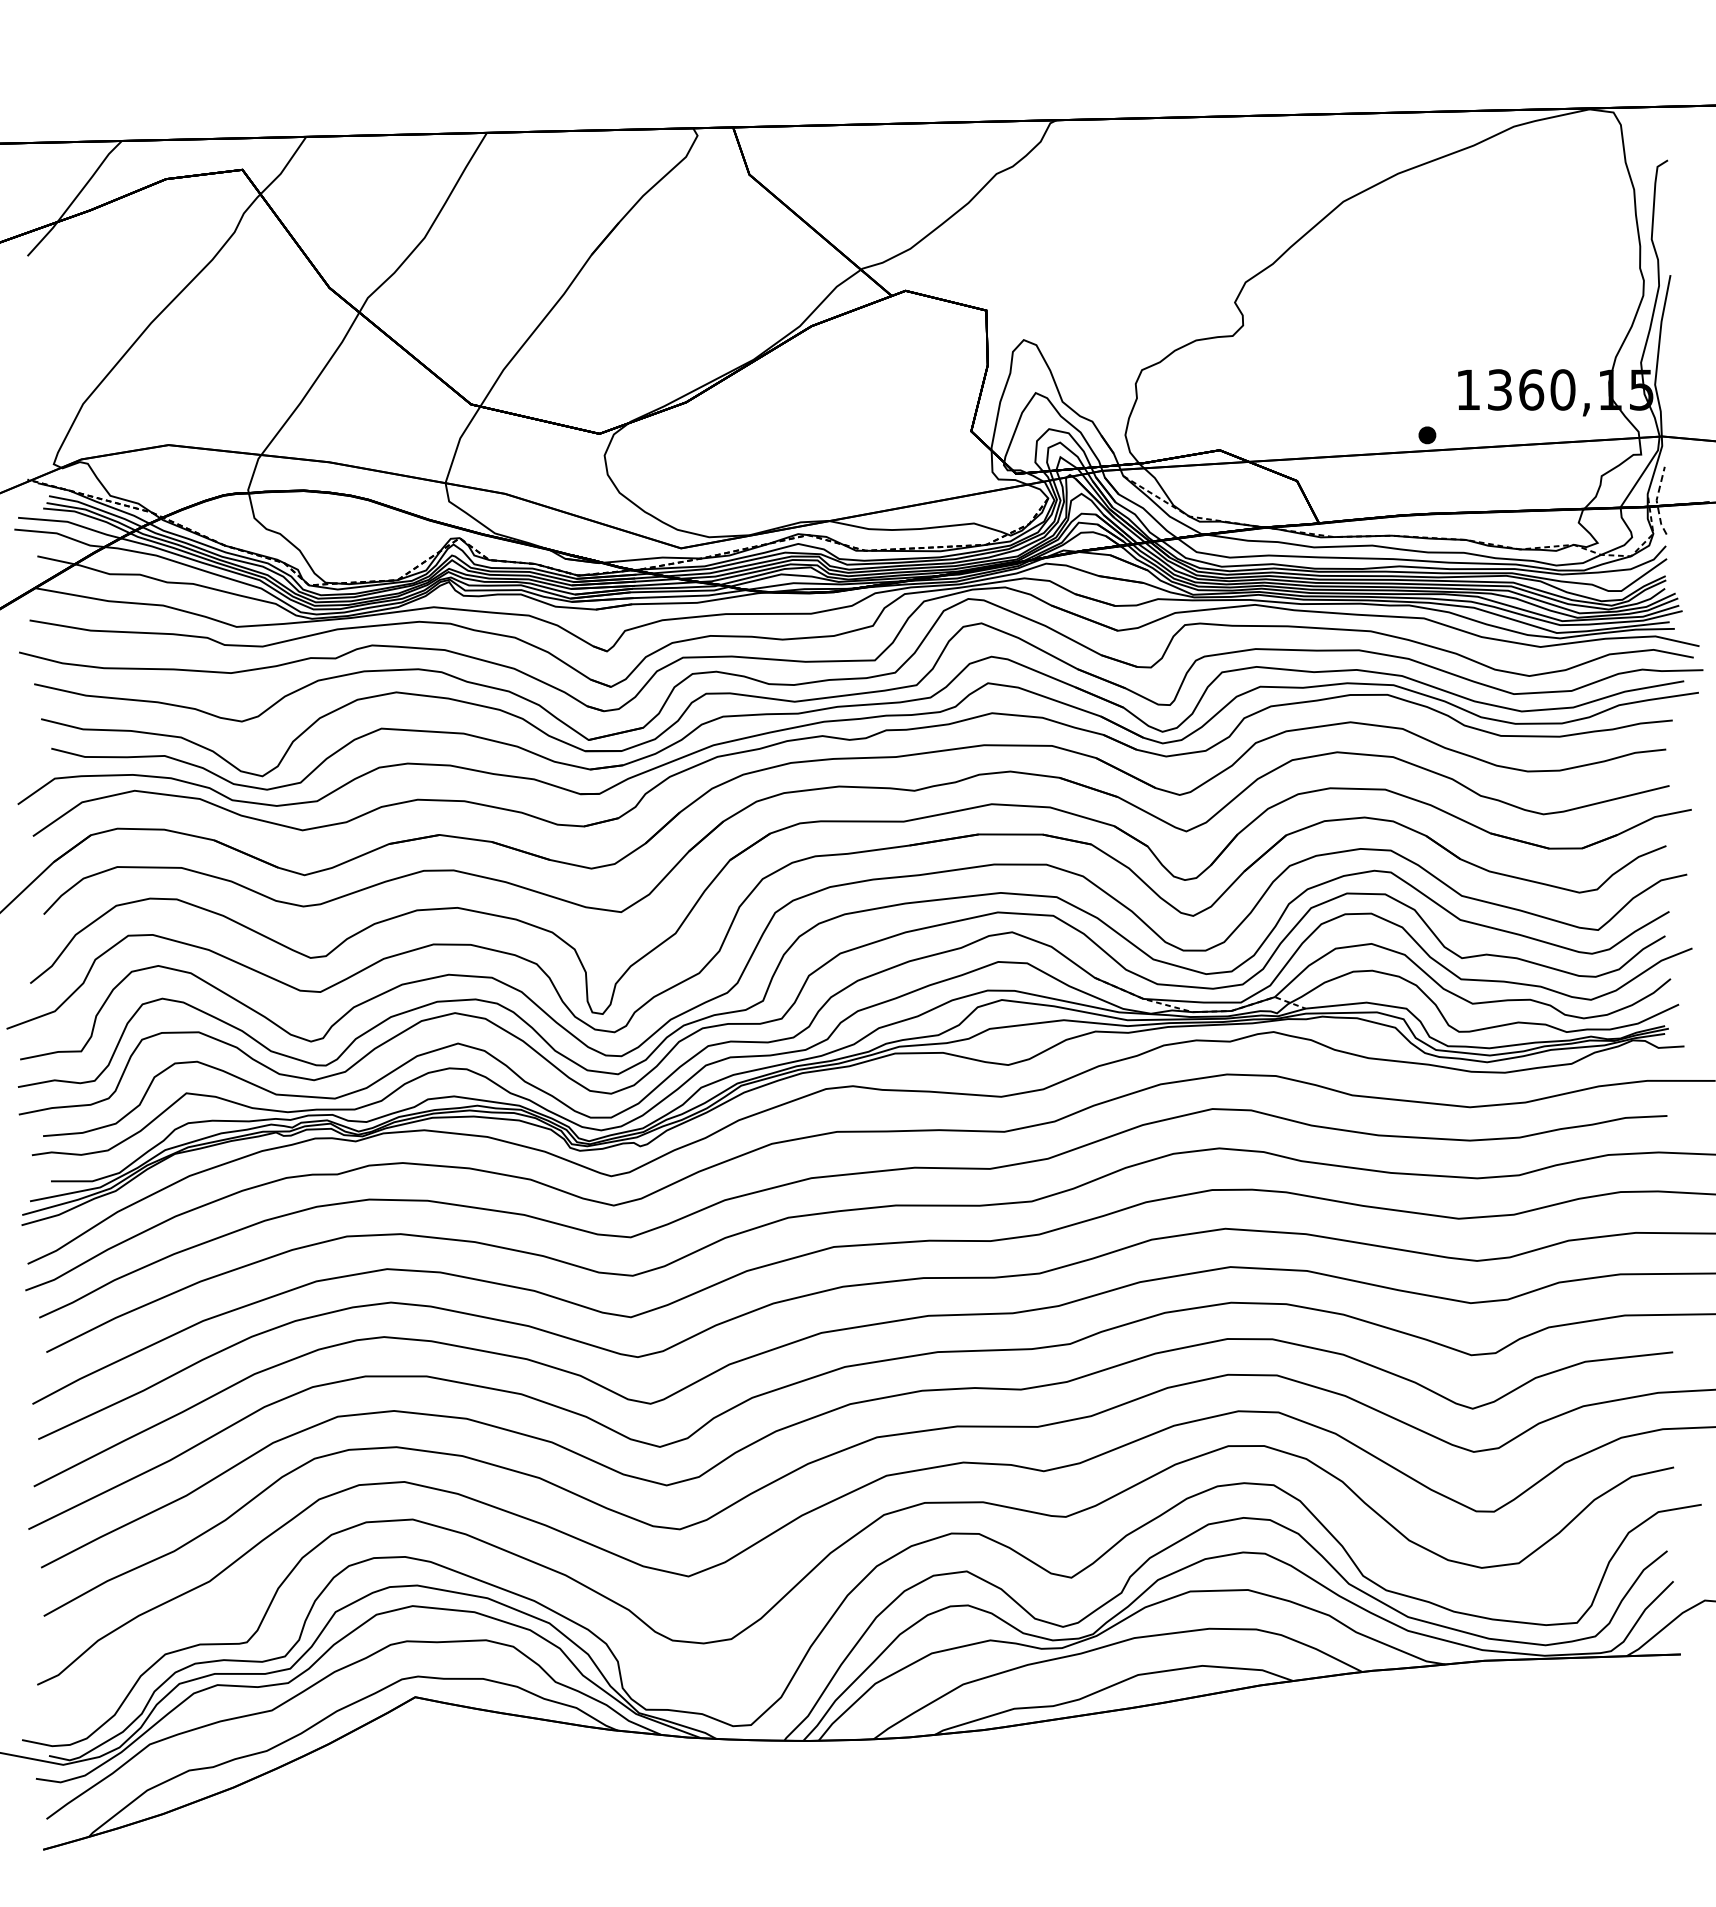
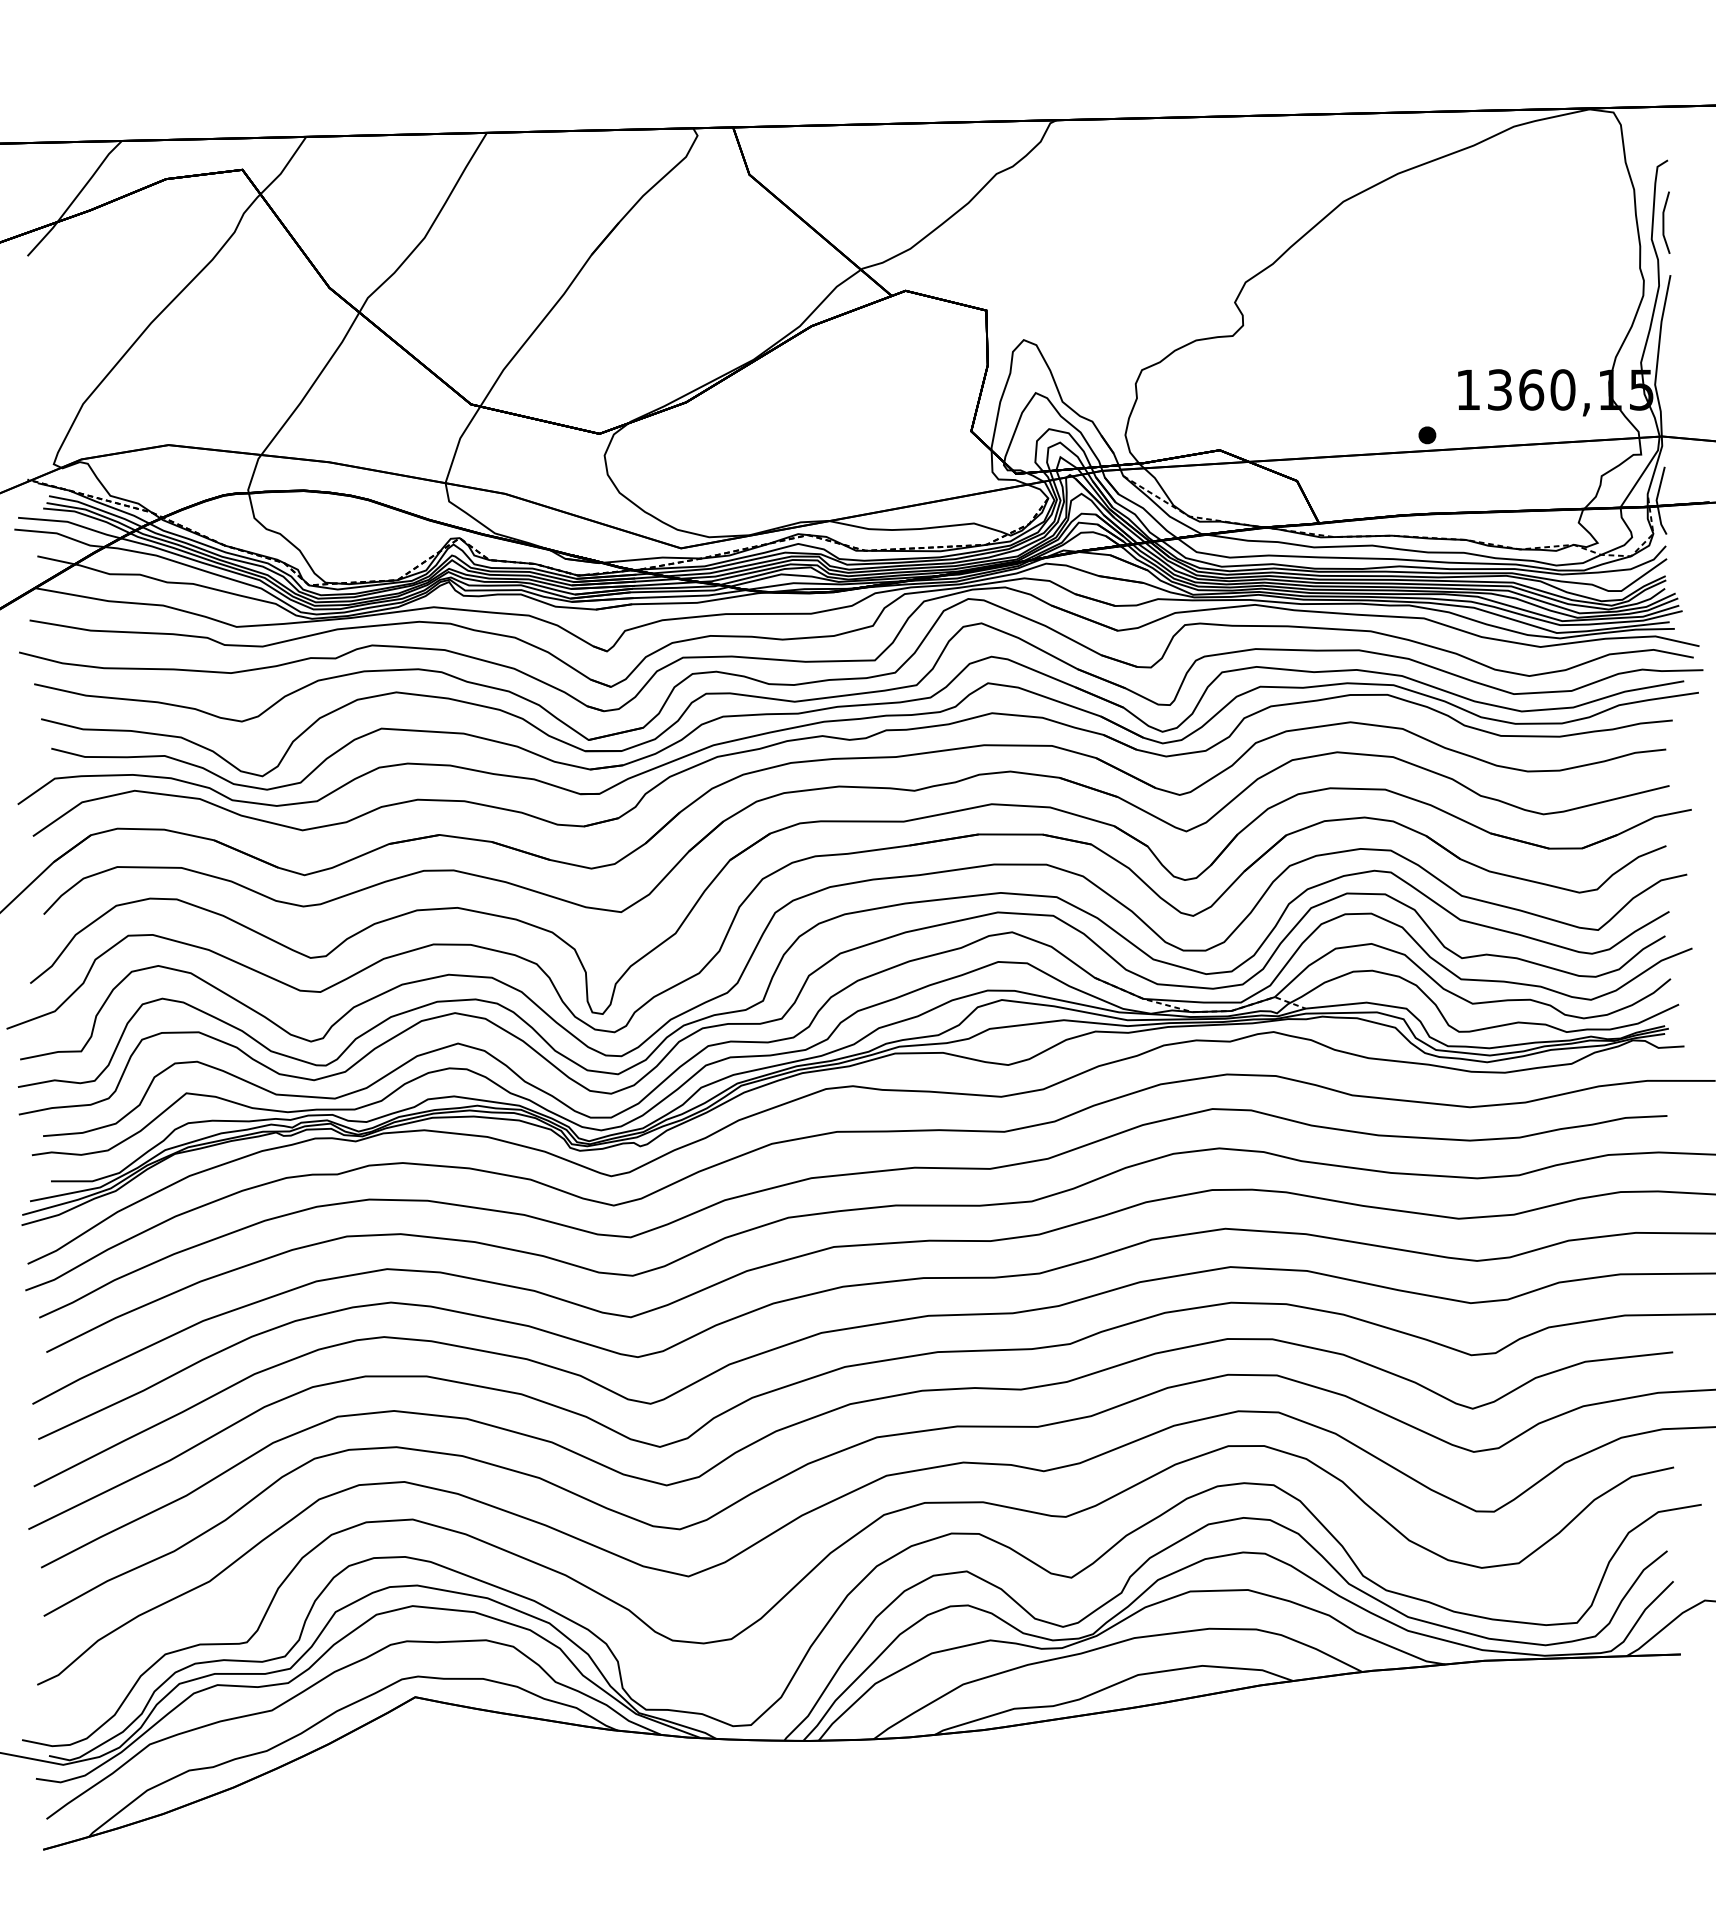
line at (1664, 222): none -> present
line at (1656, 501): dashed -> solid
